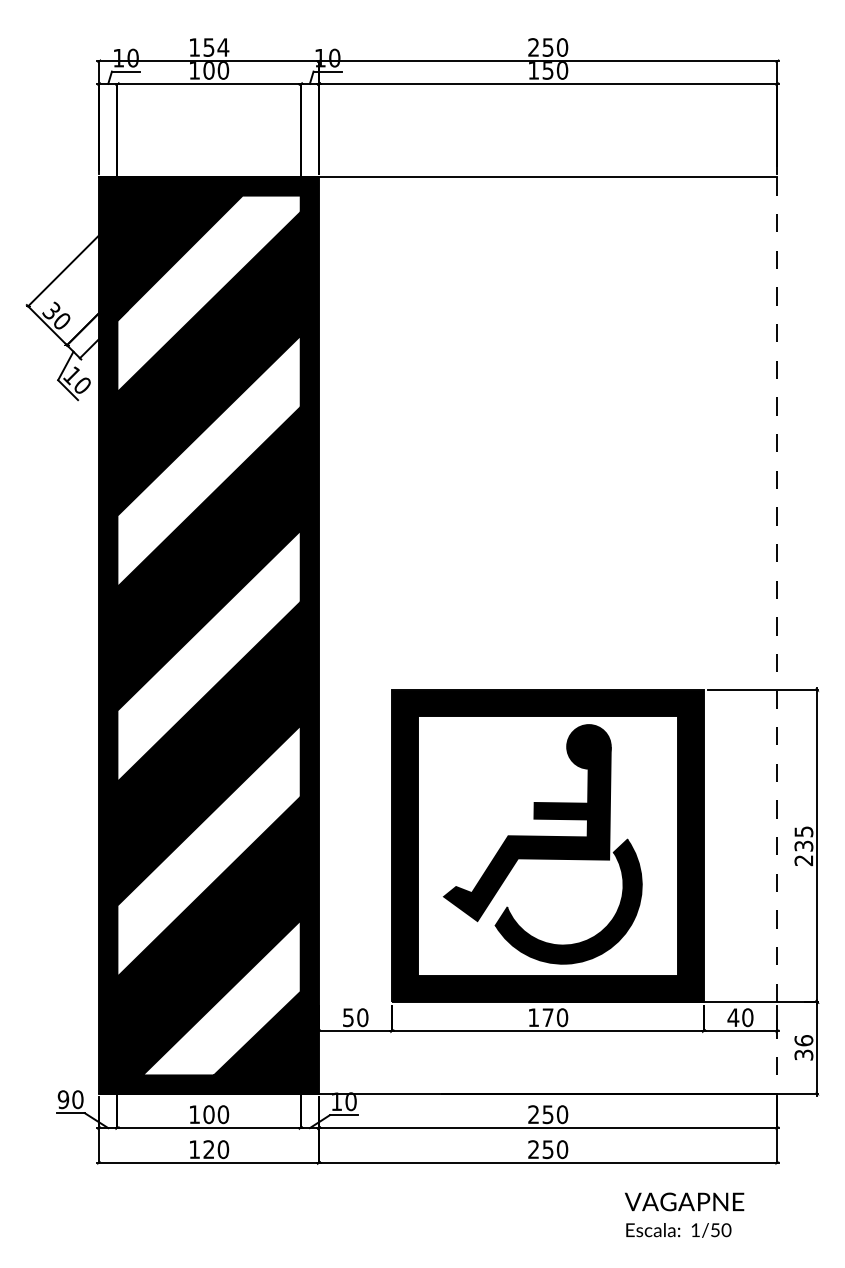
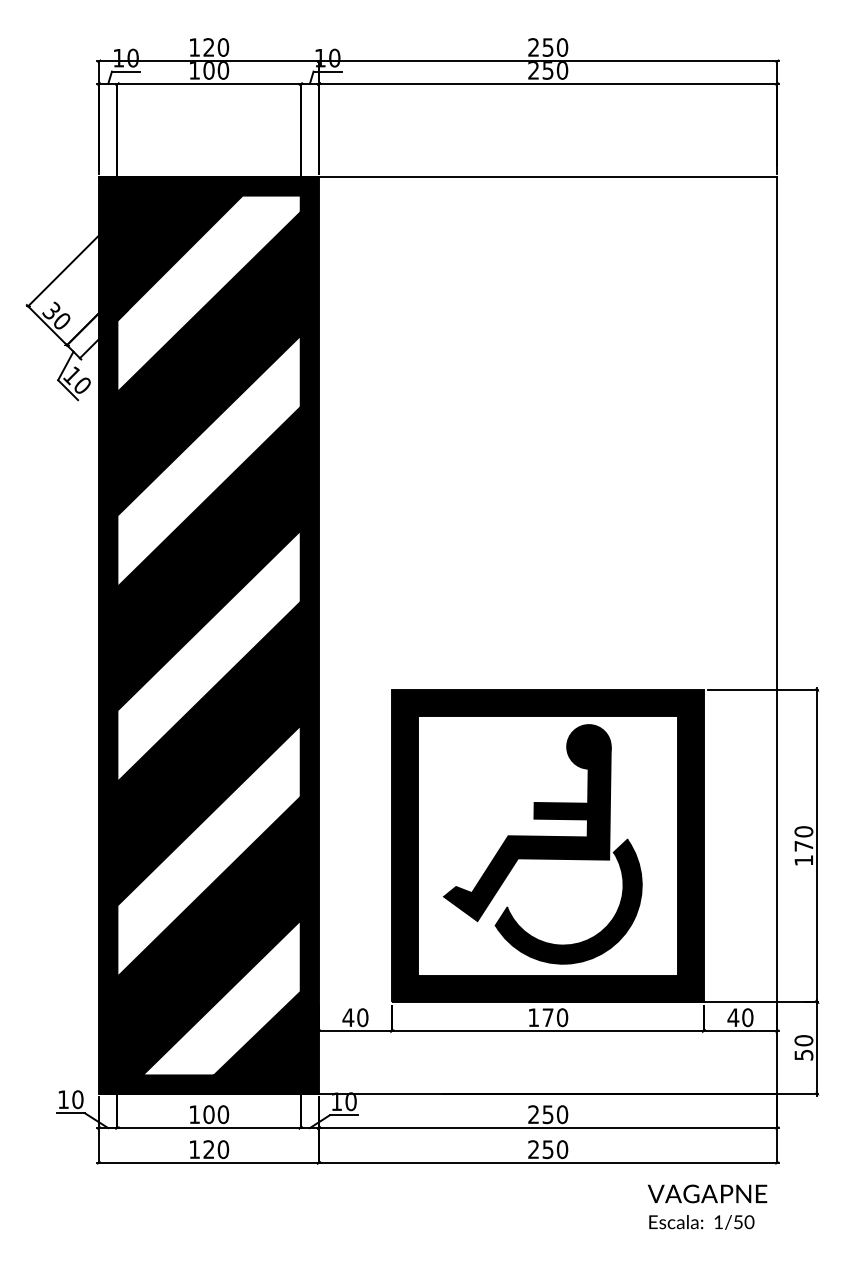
text at (216, 47): 154 -> 120
text at (533, 70): 150 -> 250
line at (777, 637): dashed -> solid
text at (803, 846): 235 -> 170
text at (348, 1017): 50 -> 40
text at (803, 1047): 36 -> 50
text at (63, 1099): 90 -> 10
text at (684, 1214) position: (684, 1214) -> (707, 1206)
